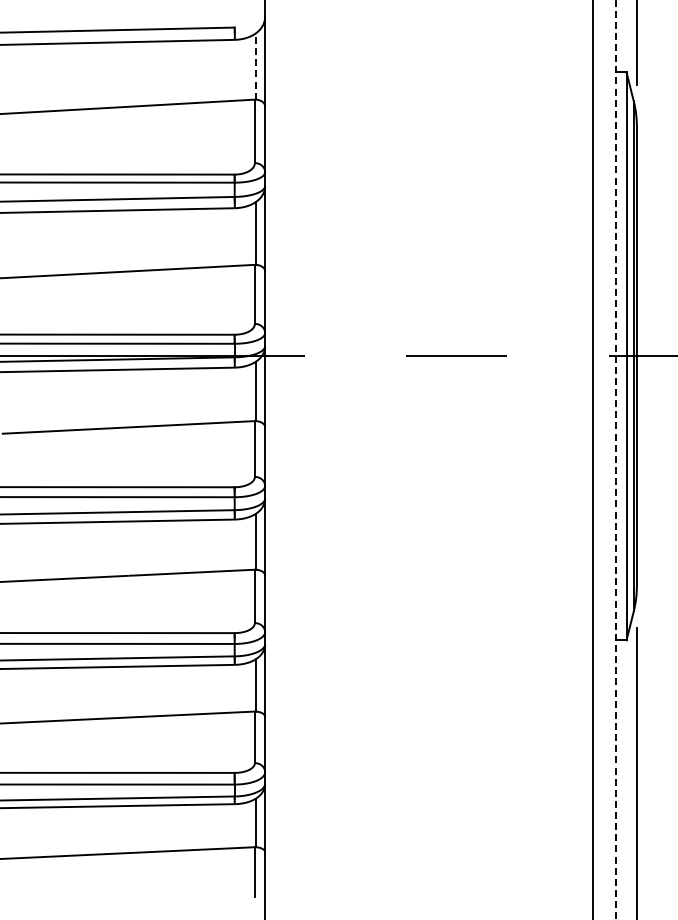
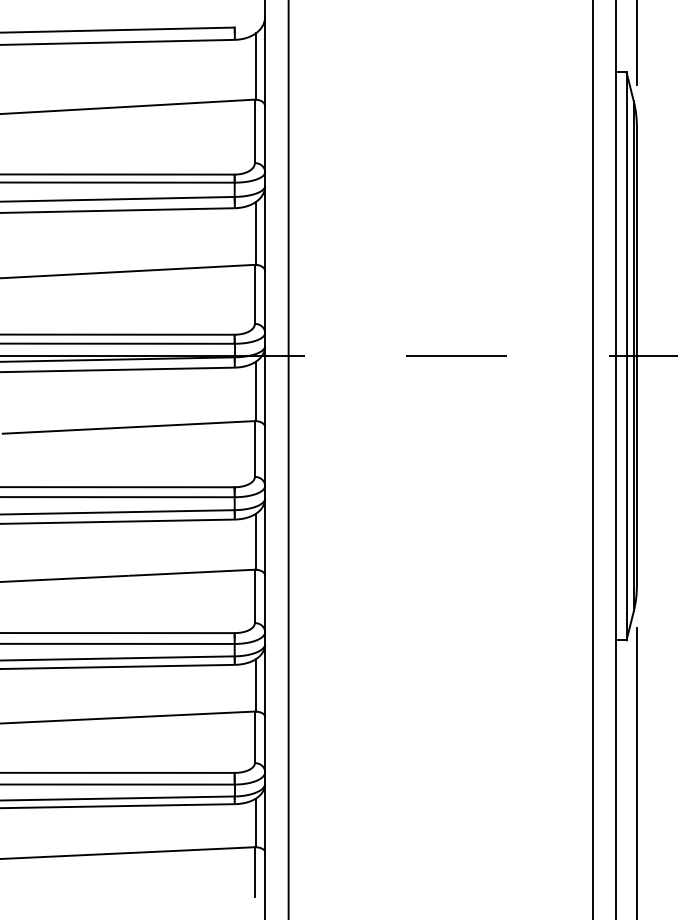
line at (255, 65): dashed -> solid
line at (288, 459): none -> present
line at (616, 459): dashed -> solid
